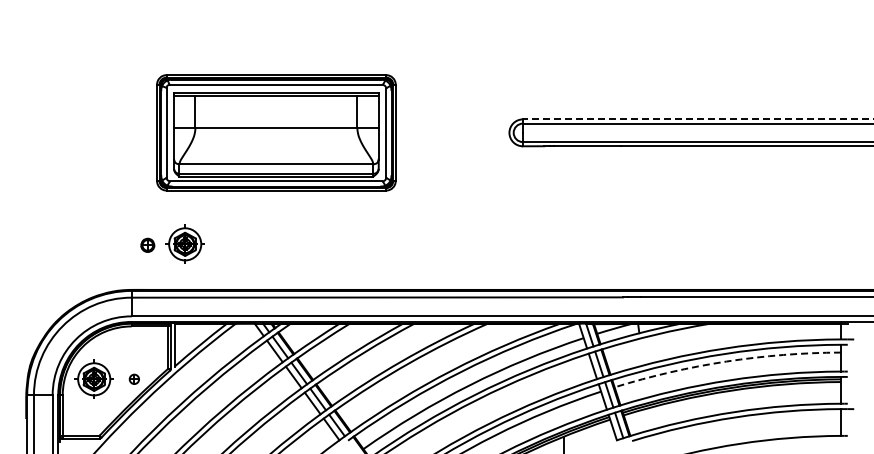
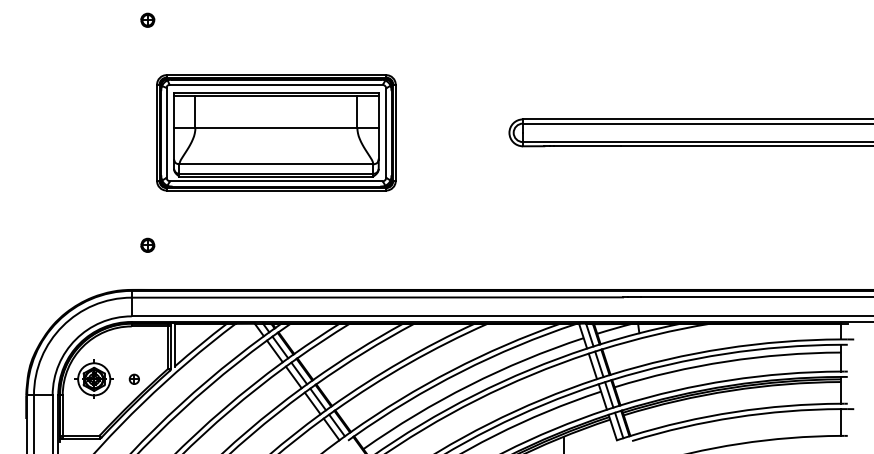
part at (147, 19): none -> present
line at (697, 119): dashed -> solid
part at (184, 243): present -> none
arc at (726, 361): dashed -> solid
